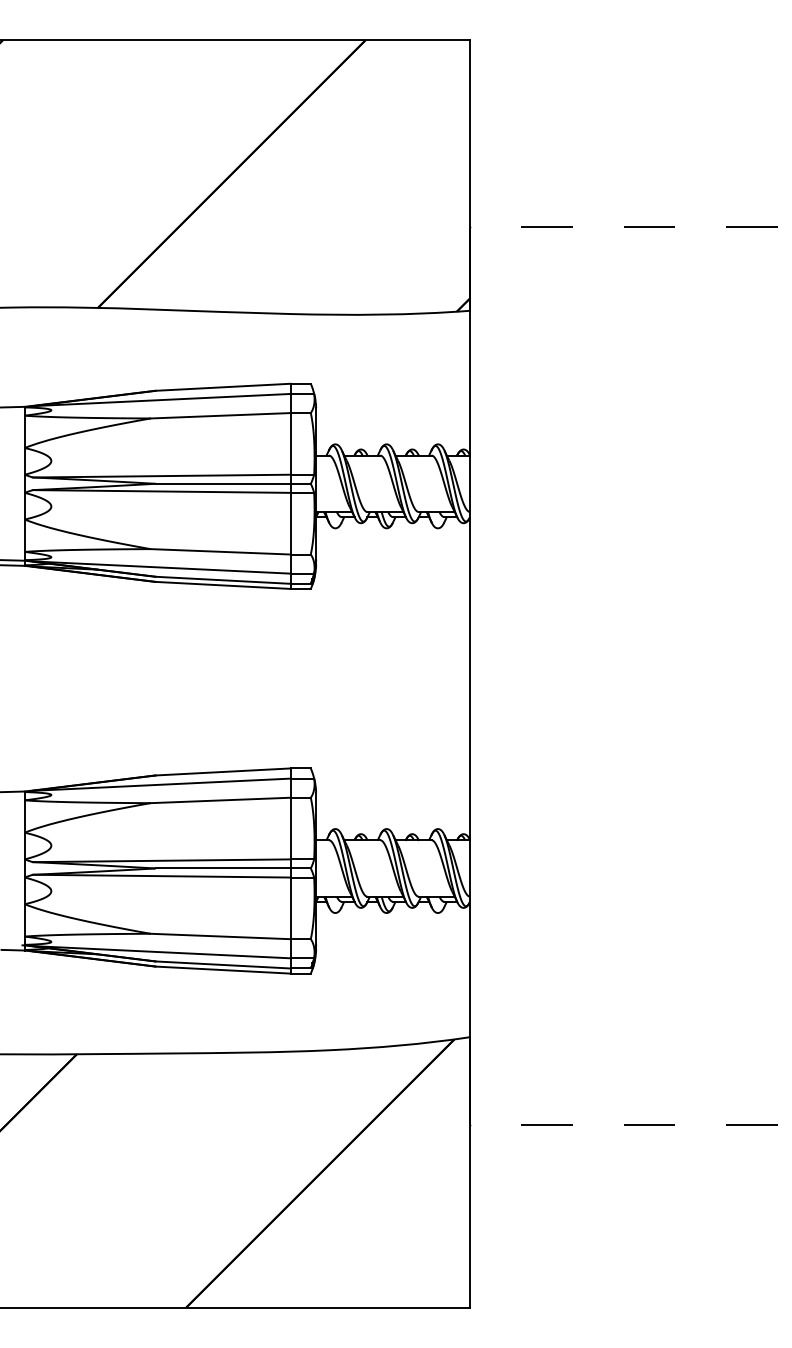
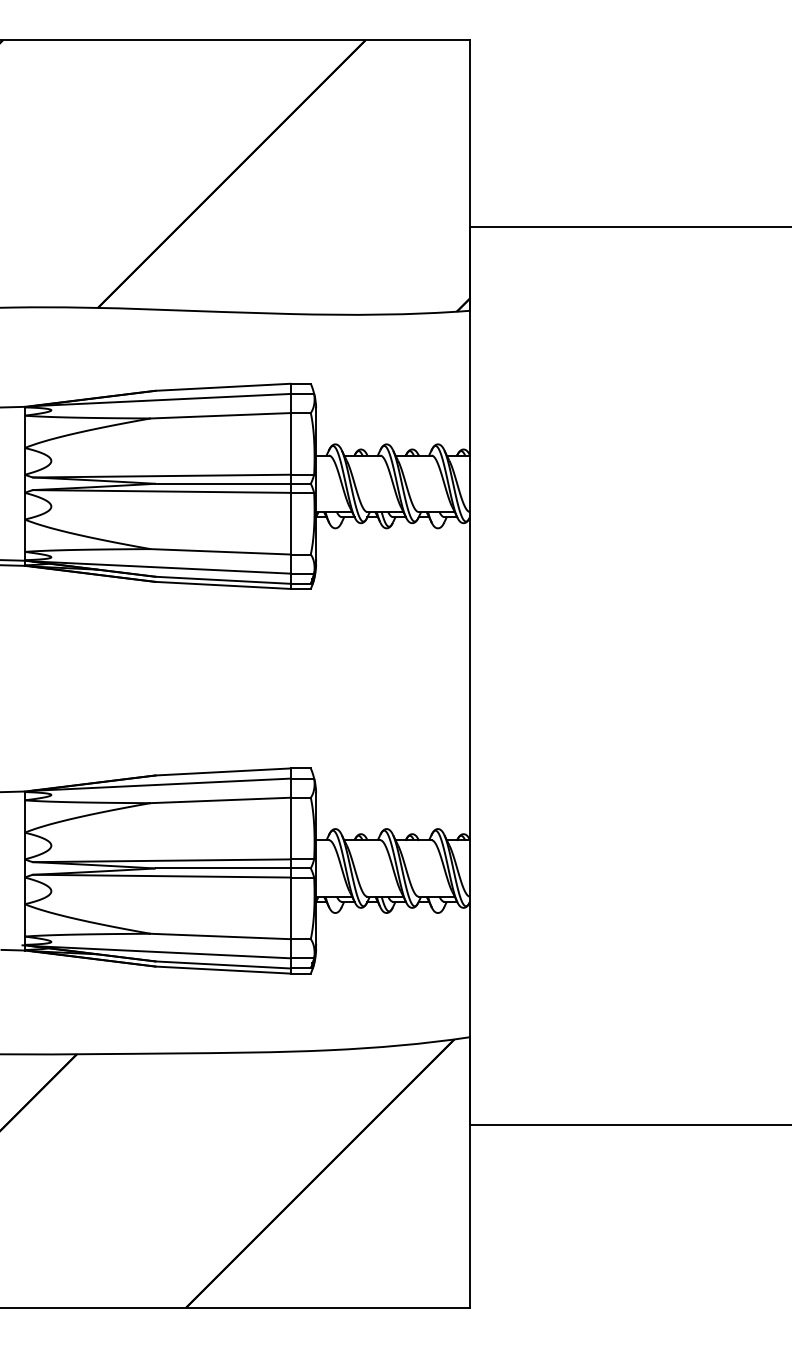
line at (630, 227): dashed -> solid
line at (630, 1124): dashed -> solid
